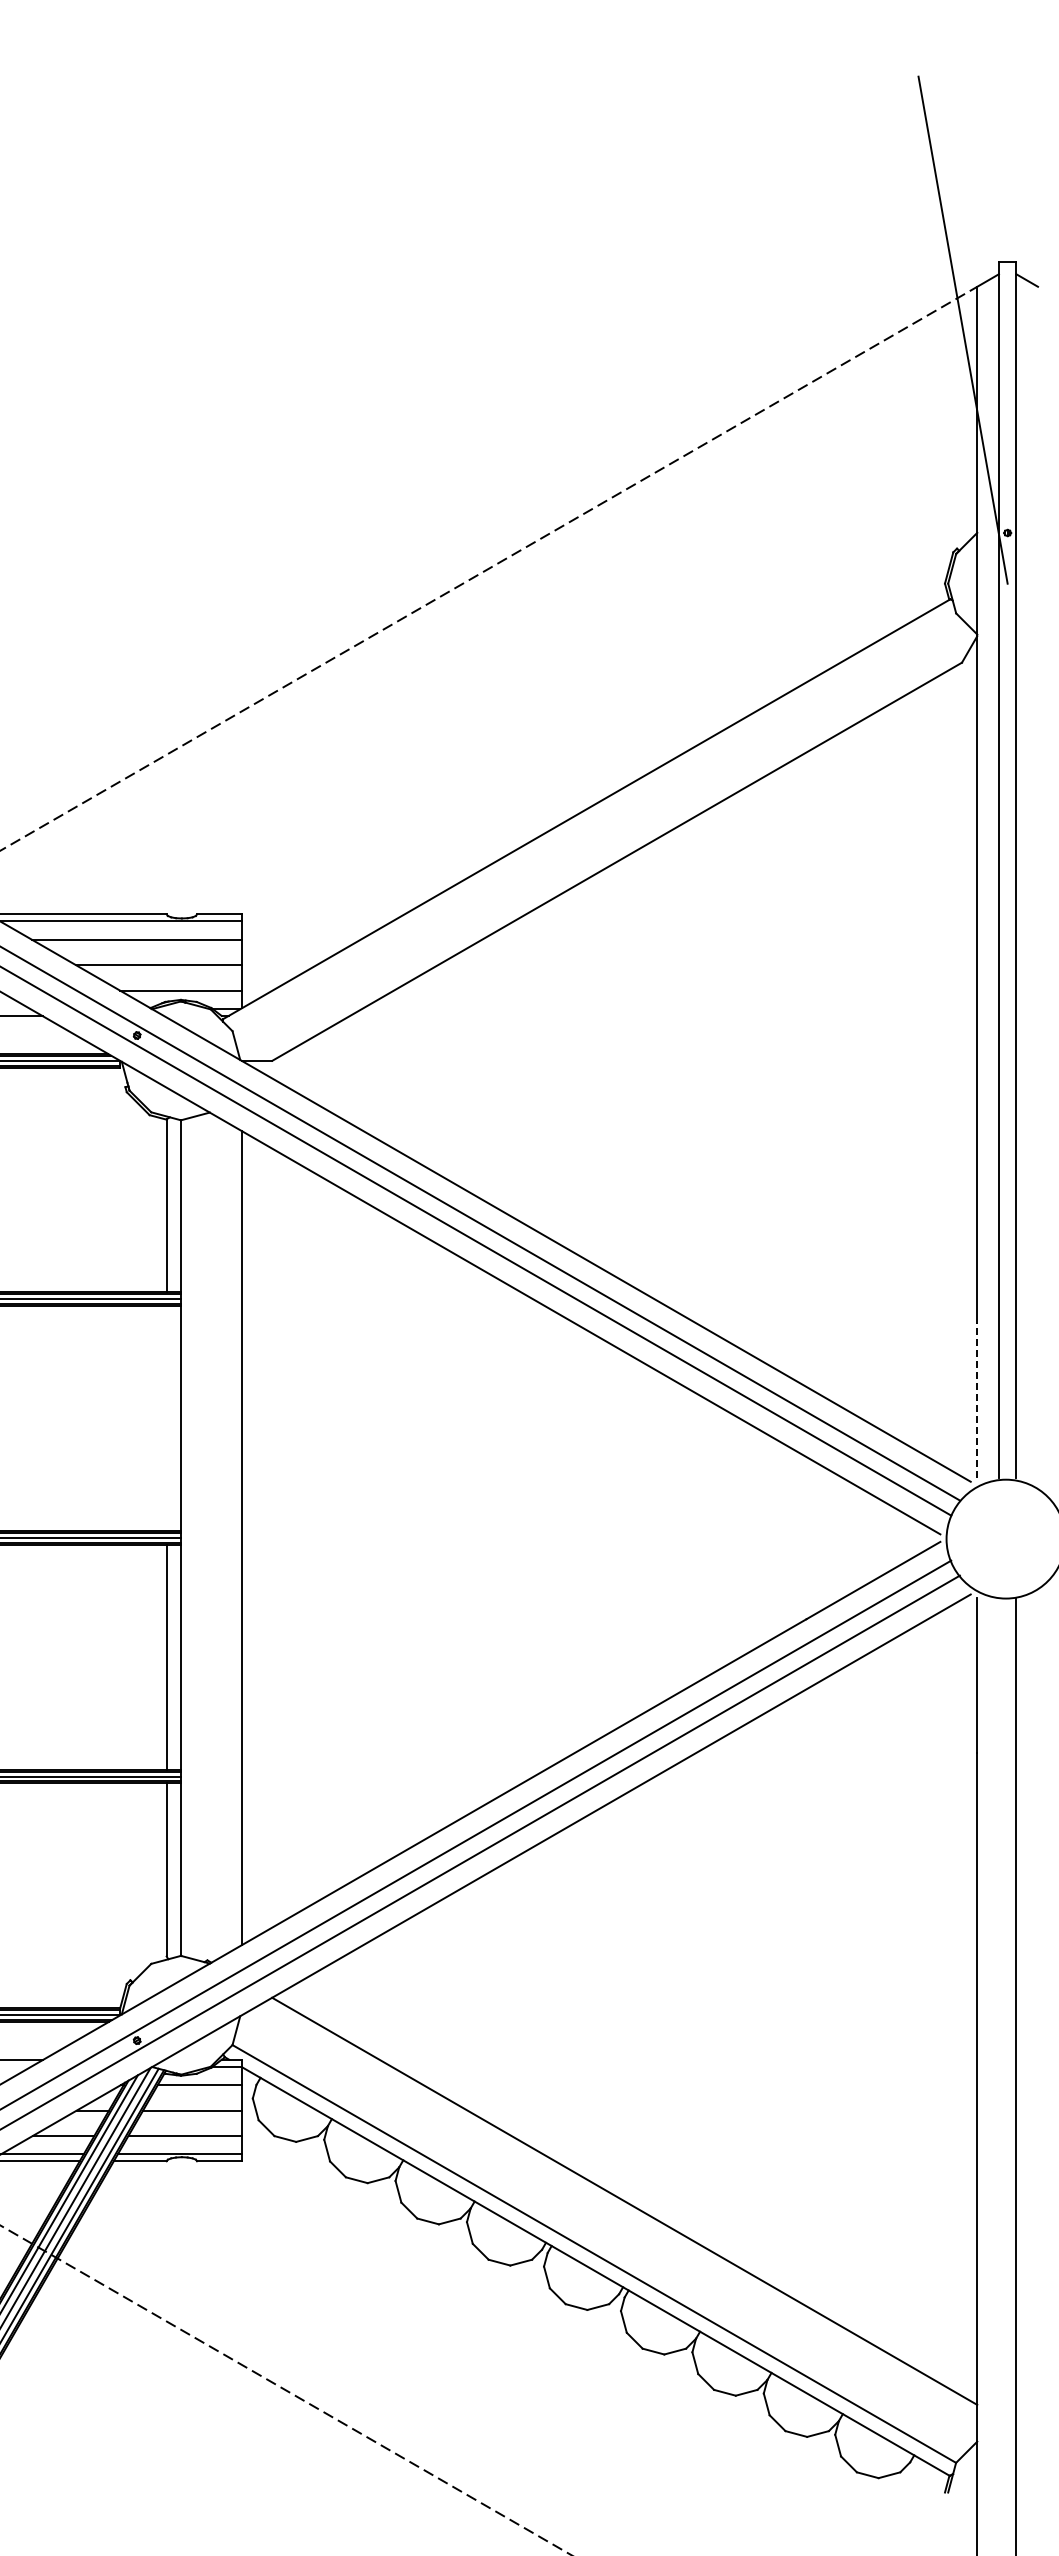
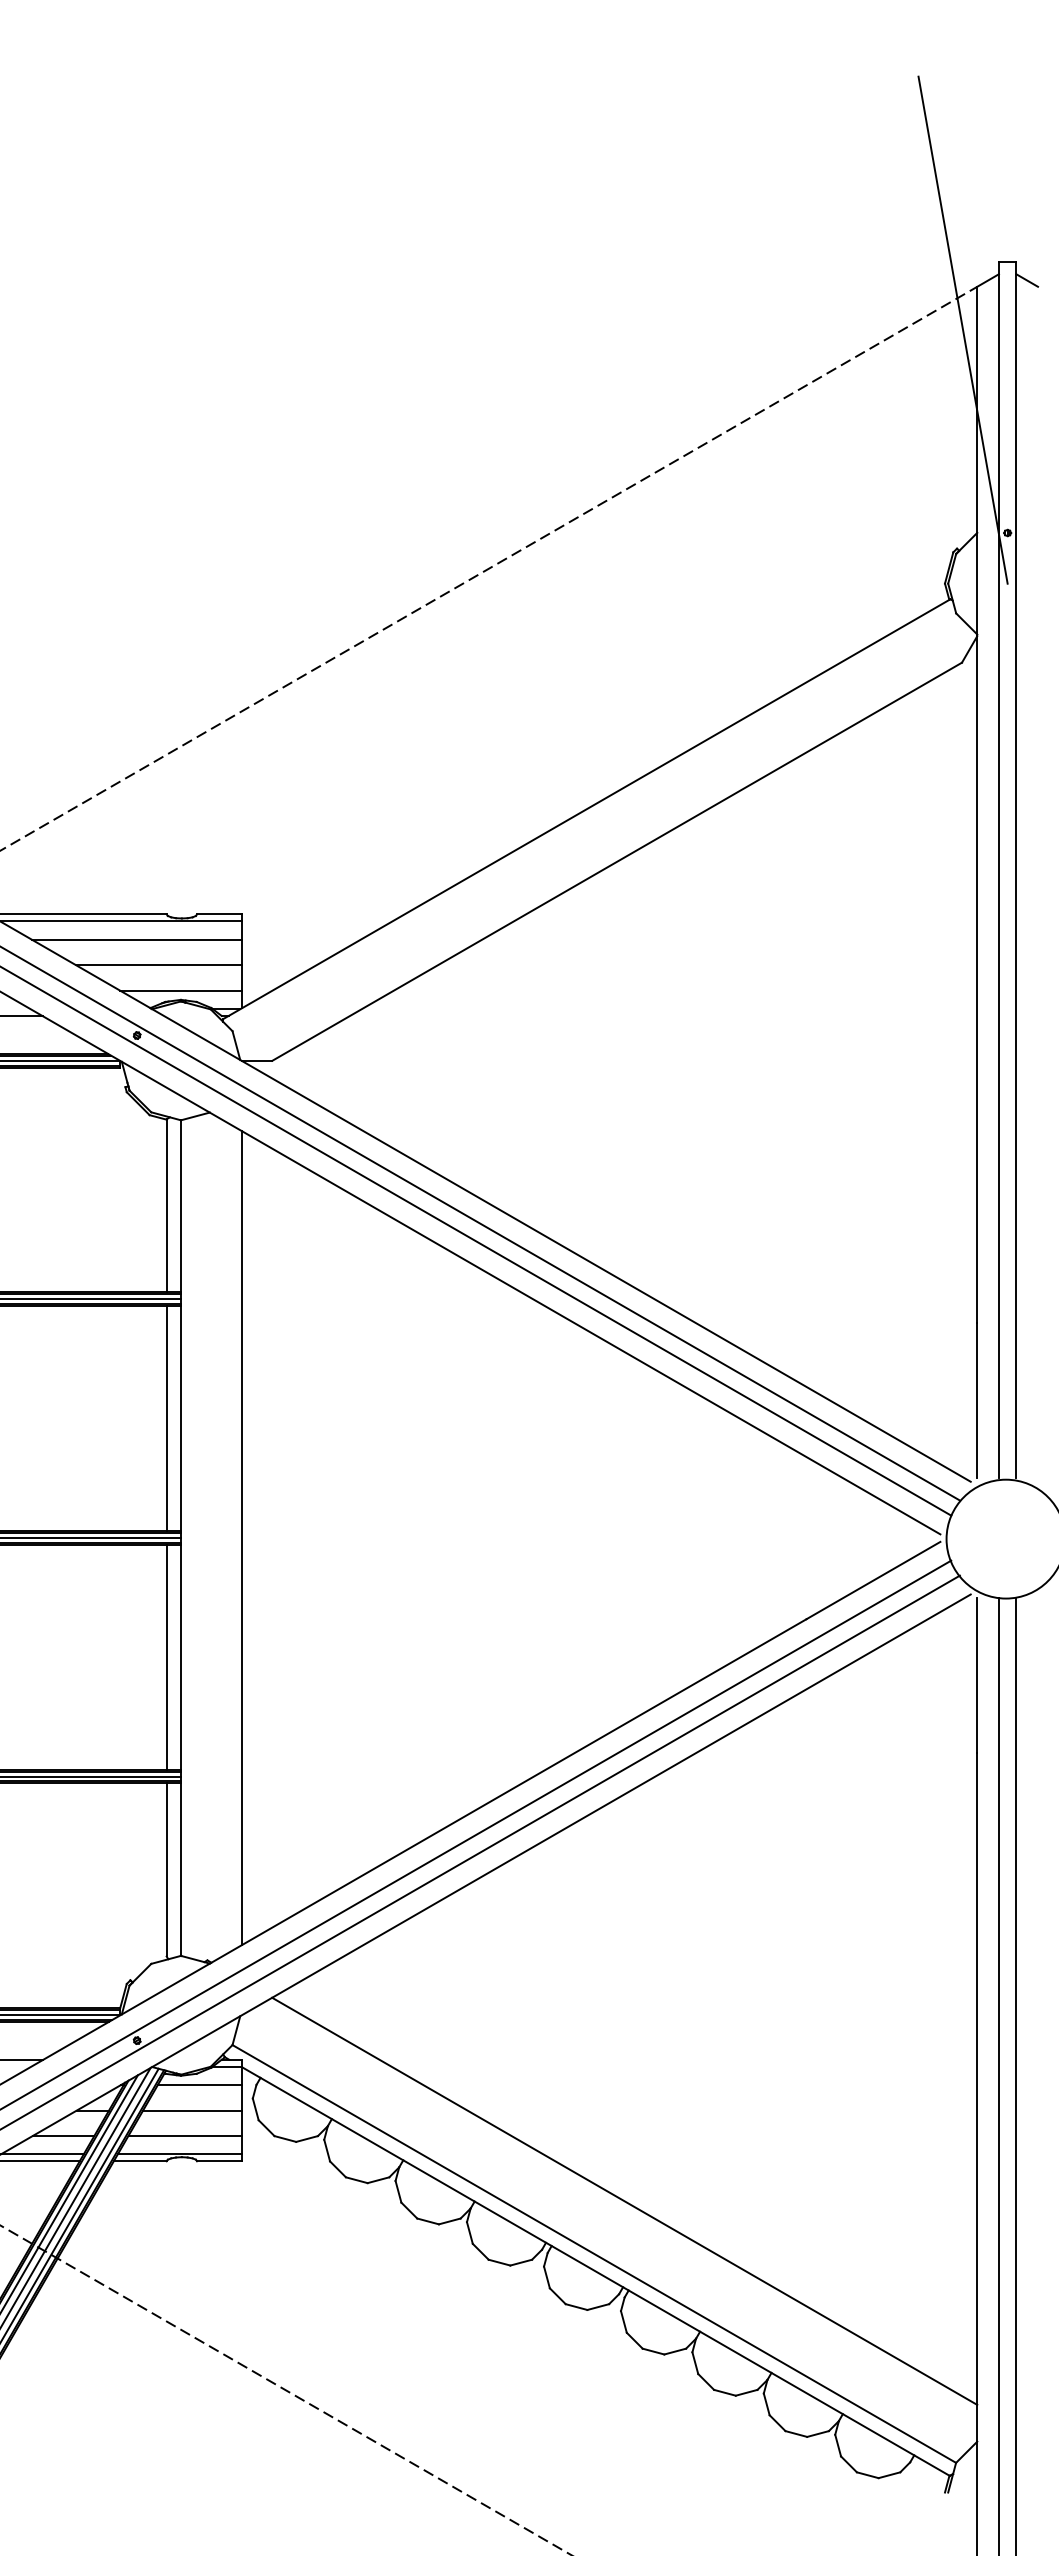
line at (977, 1400): dashed -> solid
line at (166, 1418): none -> present
line at (998, 2075): none -> present
